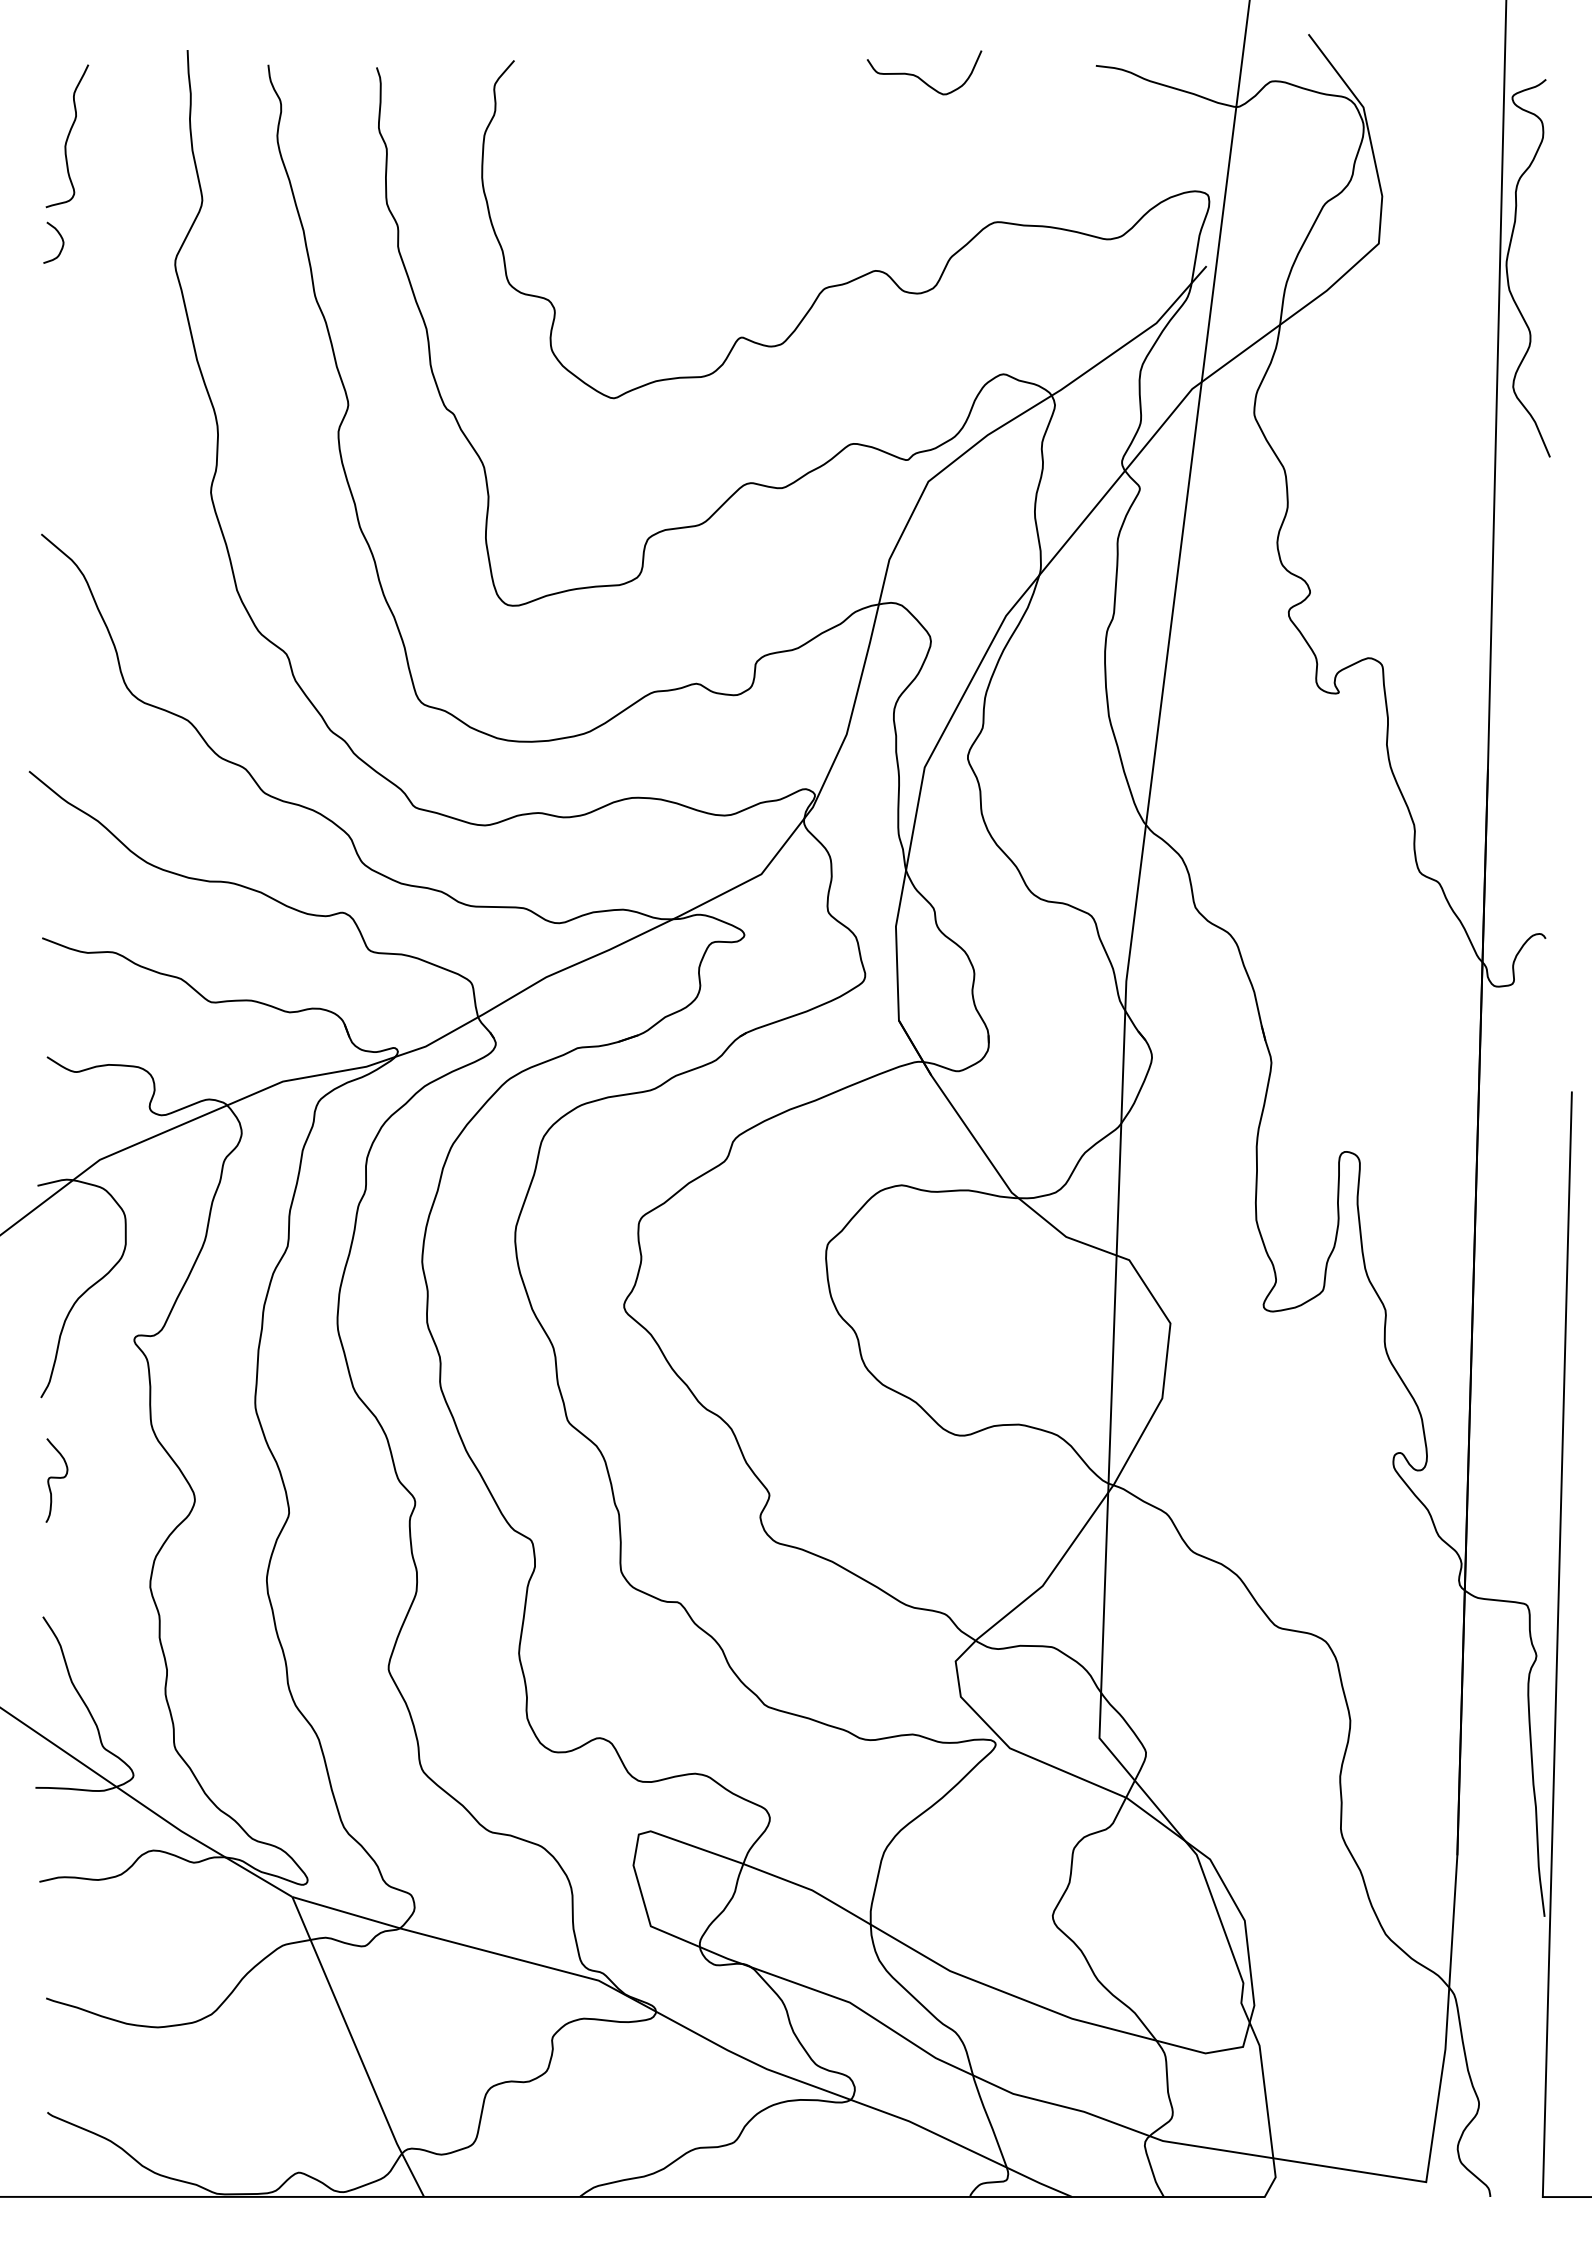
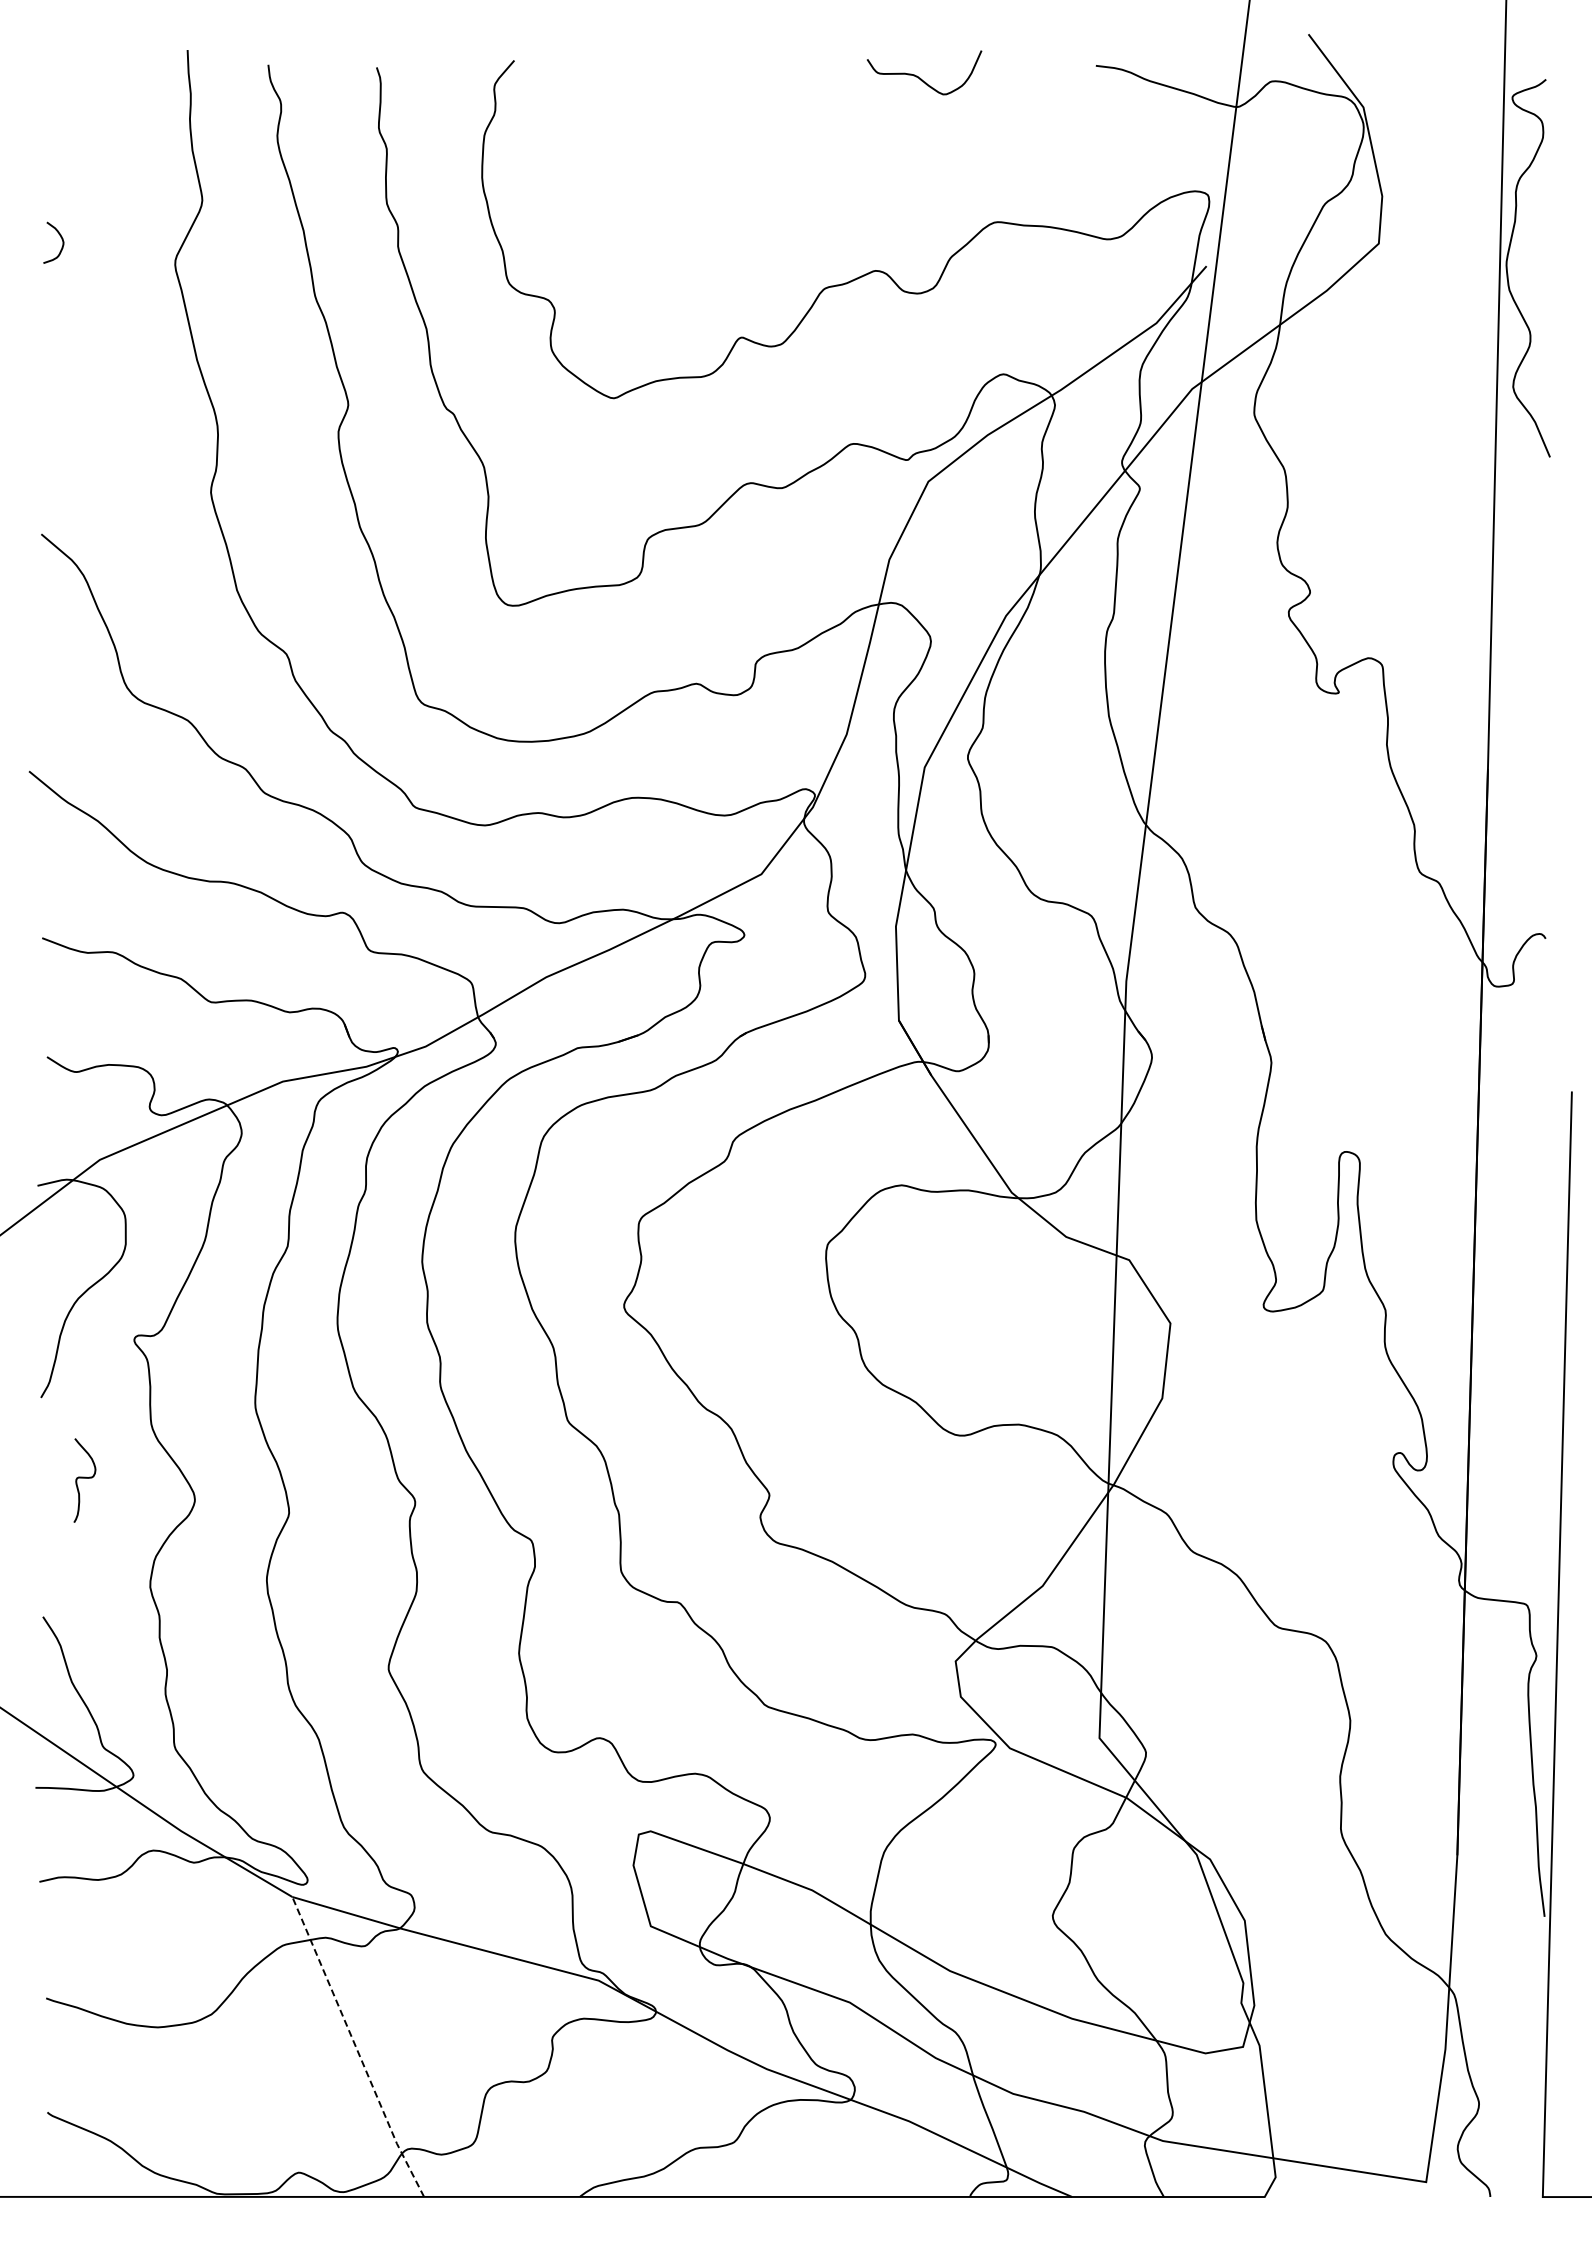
curve at (67, 136): present -> none
curve at (56, 1478) position: (56, 1478) -> (84, 1478)
line at (356, 2048): solid -> dashed
